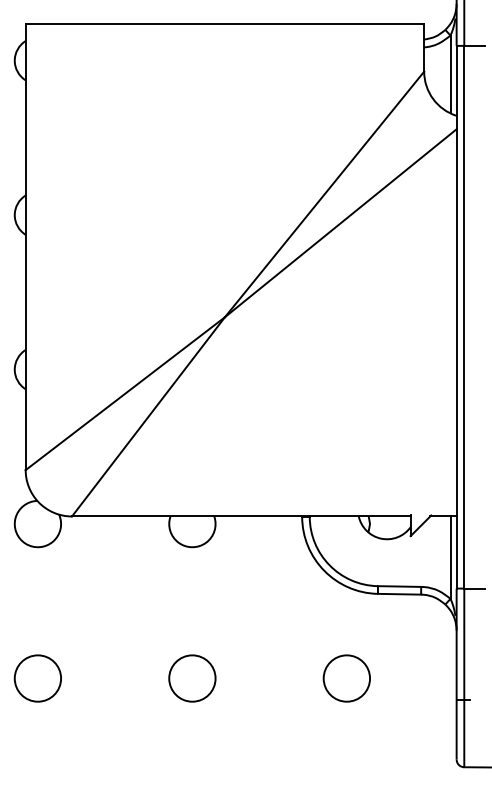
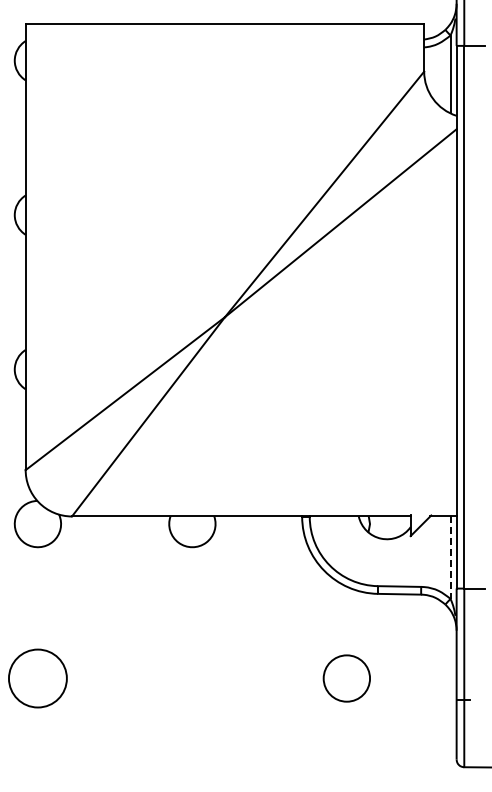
line at (450, 558): solid -> dashed
circle at (37, 678) diameter: 46 px -> 58 px
circle at (192, 678): present -> none
